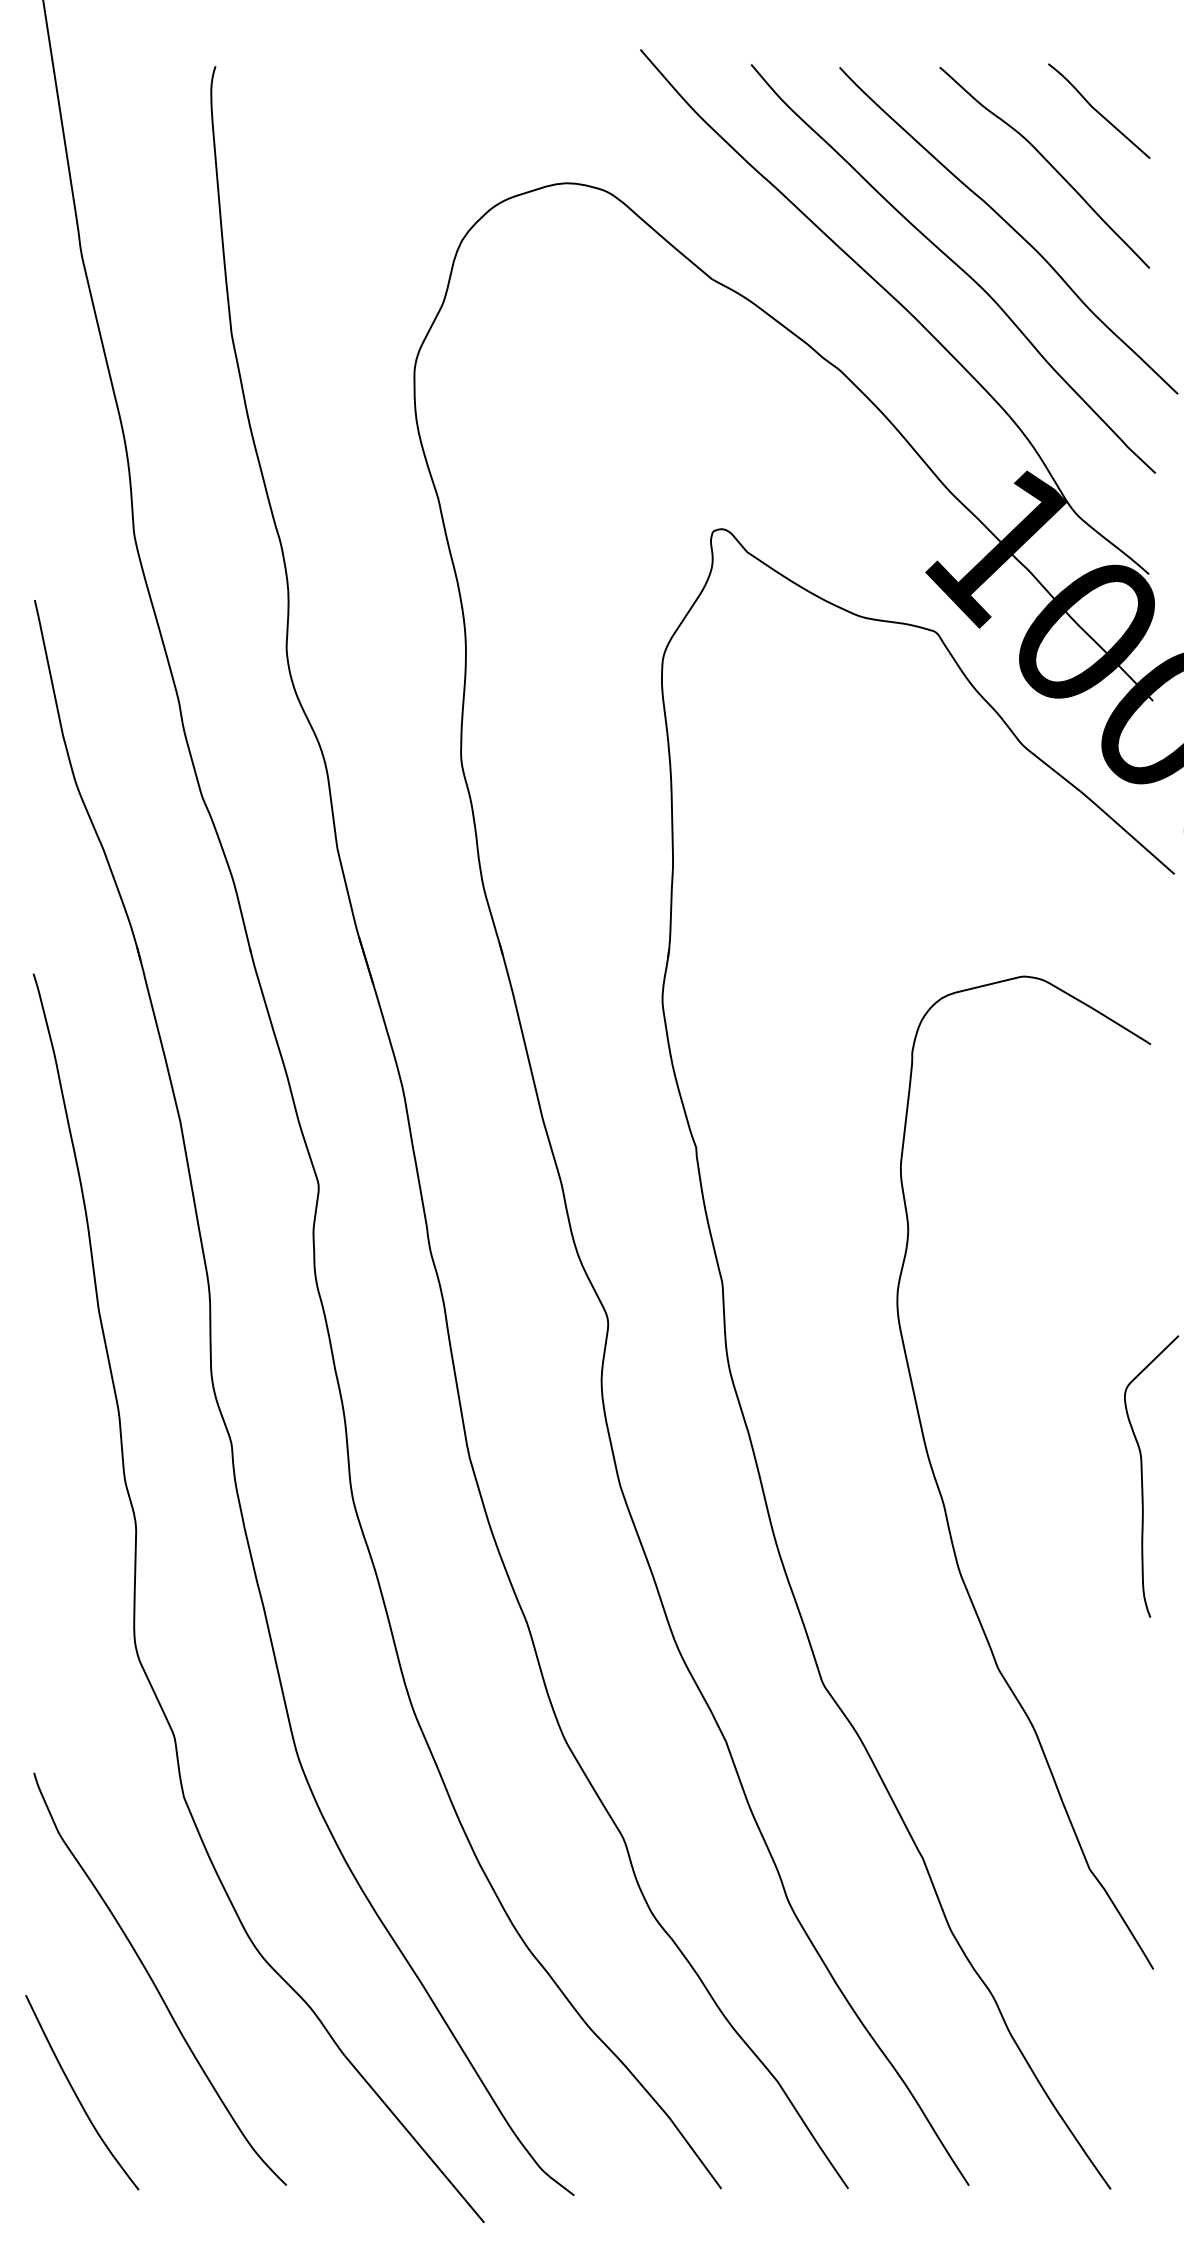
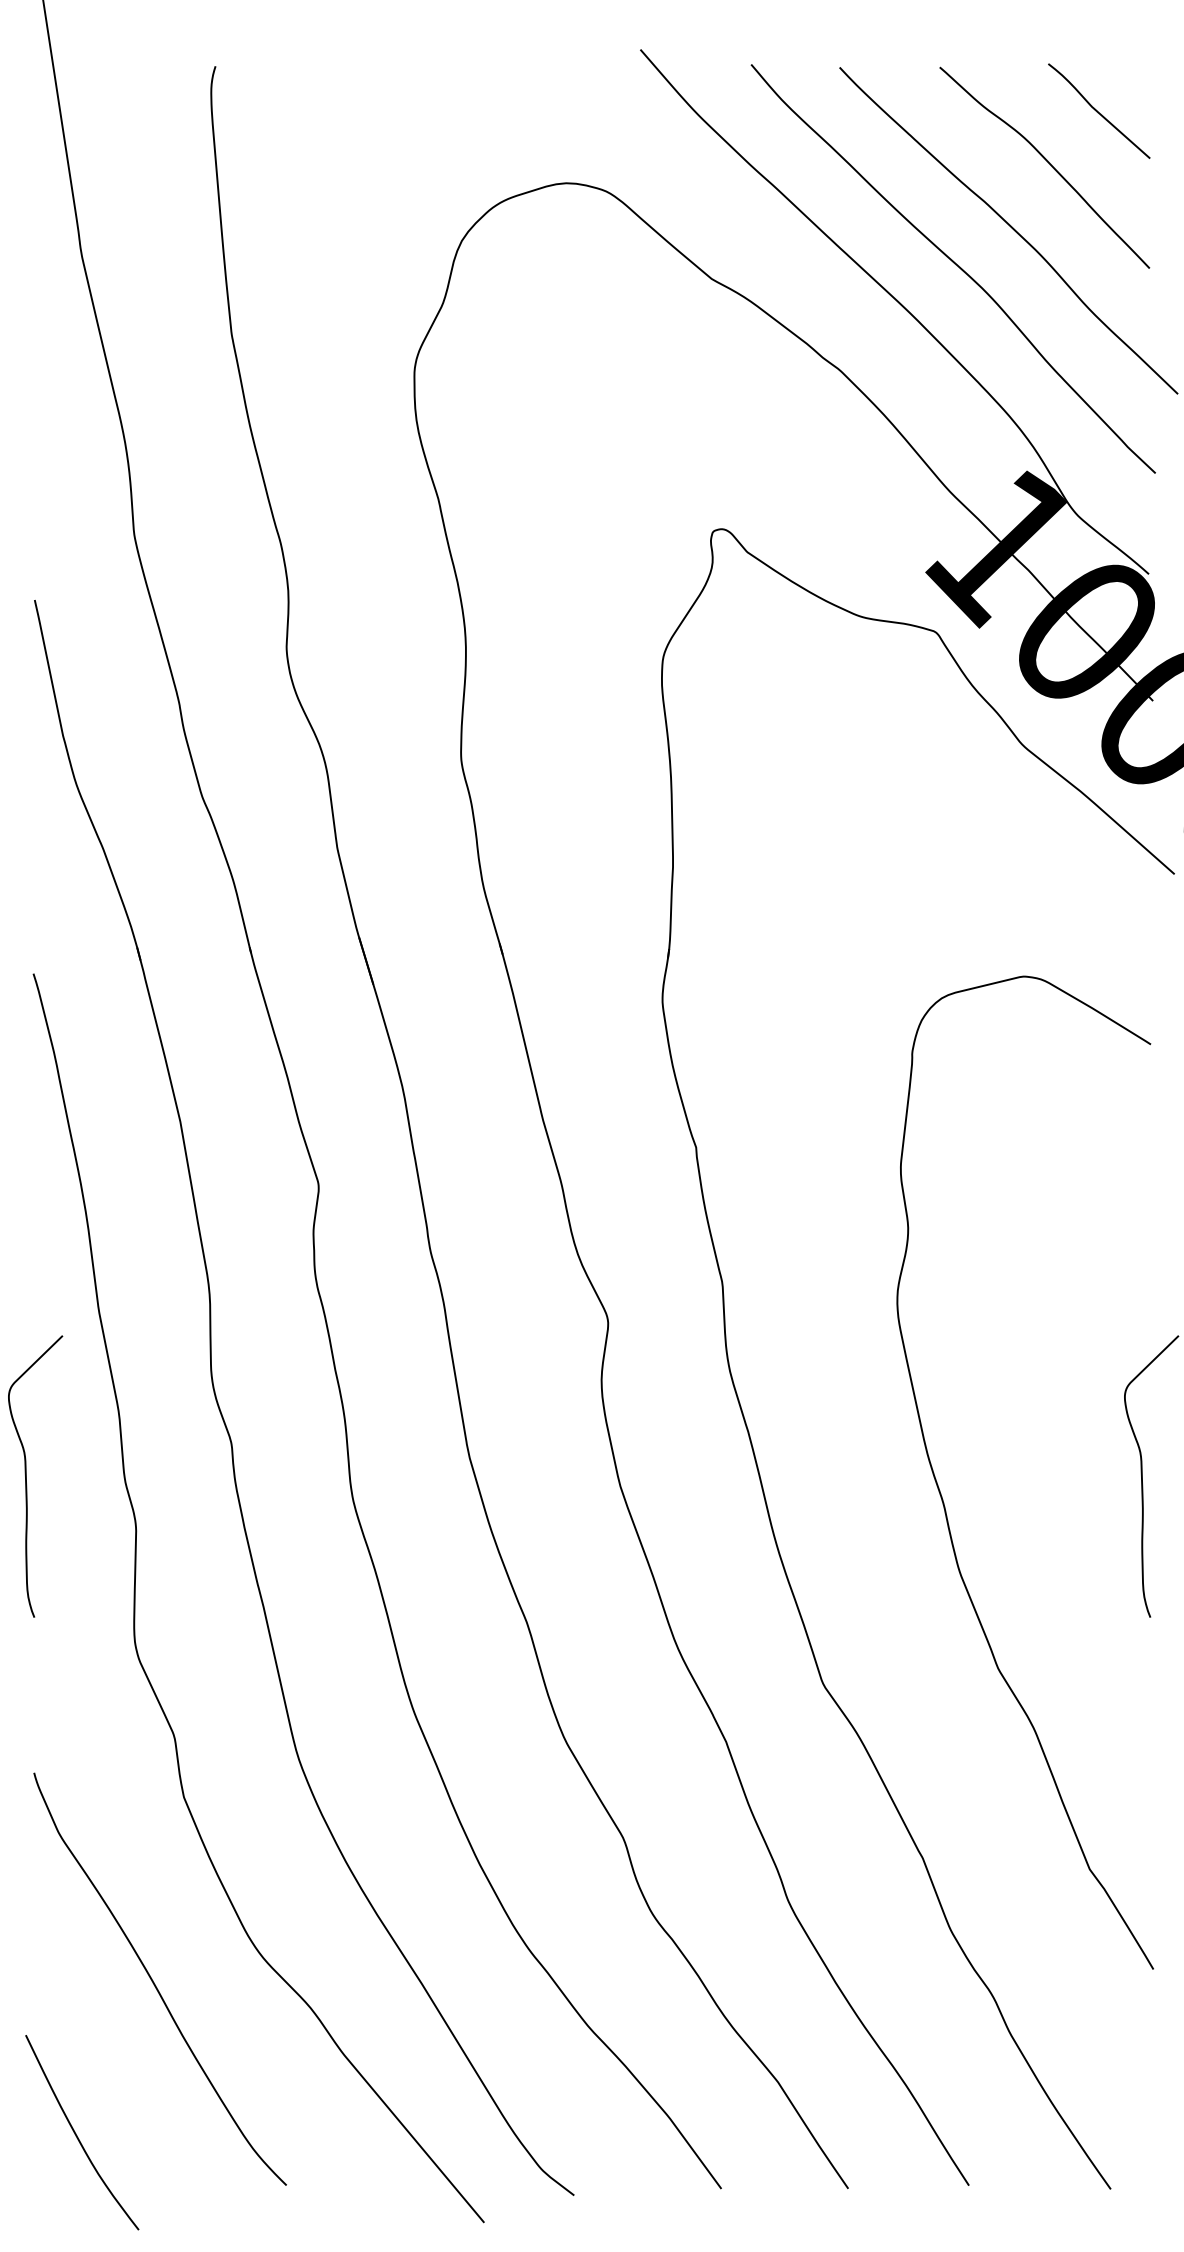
curve at (26, 1476): none -> present
curve at (77, 2095) position: (77, 2095) -> (77, 2135)
